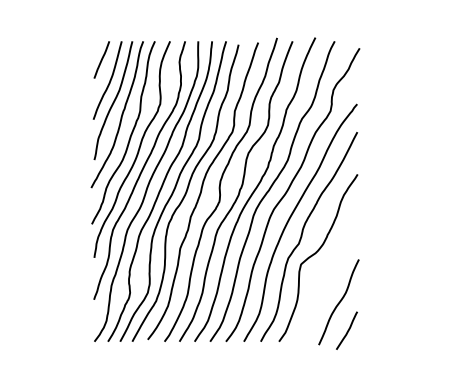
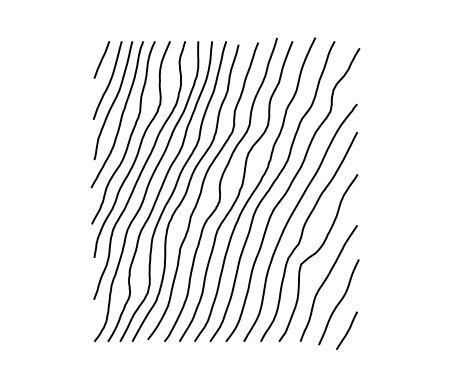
curve at (326, 280): none -> present
